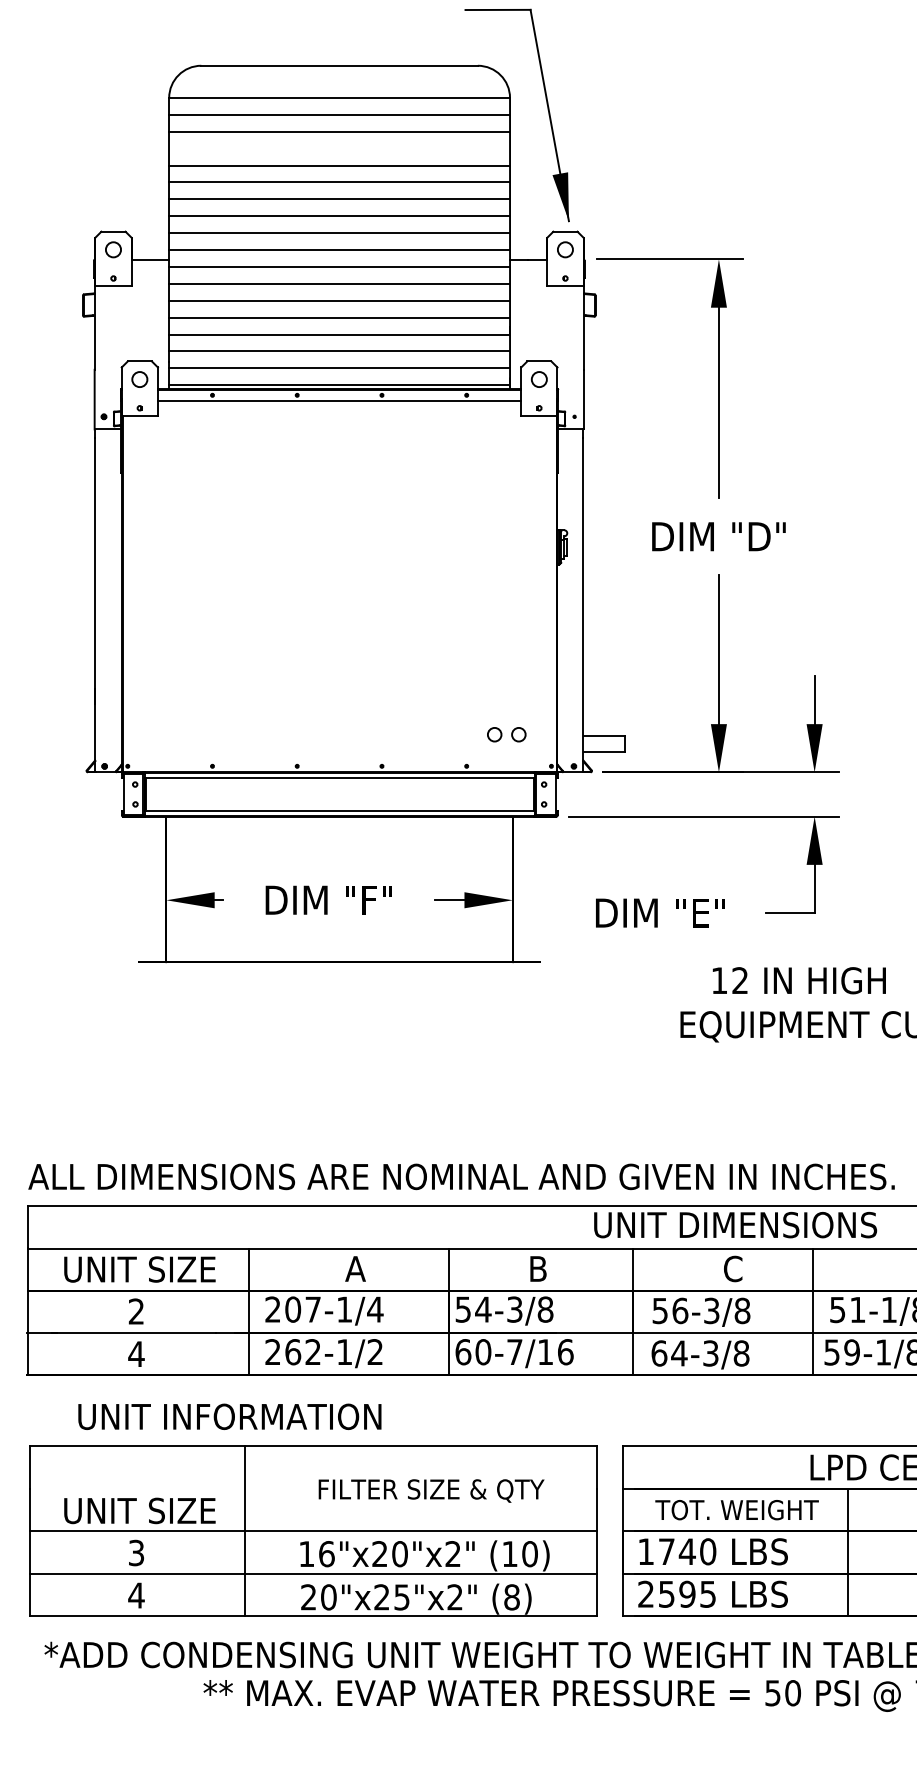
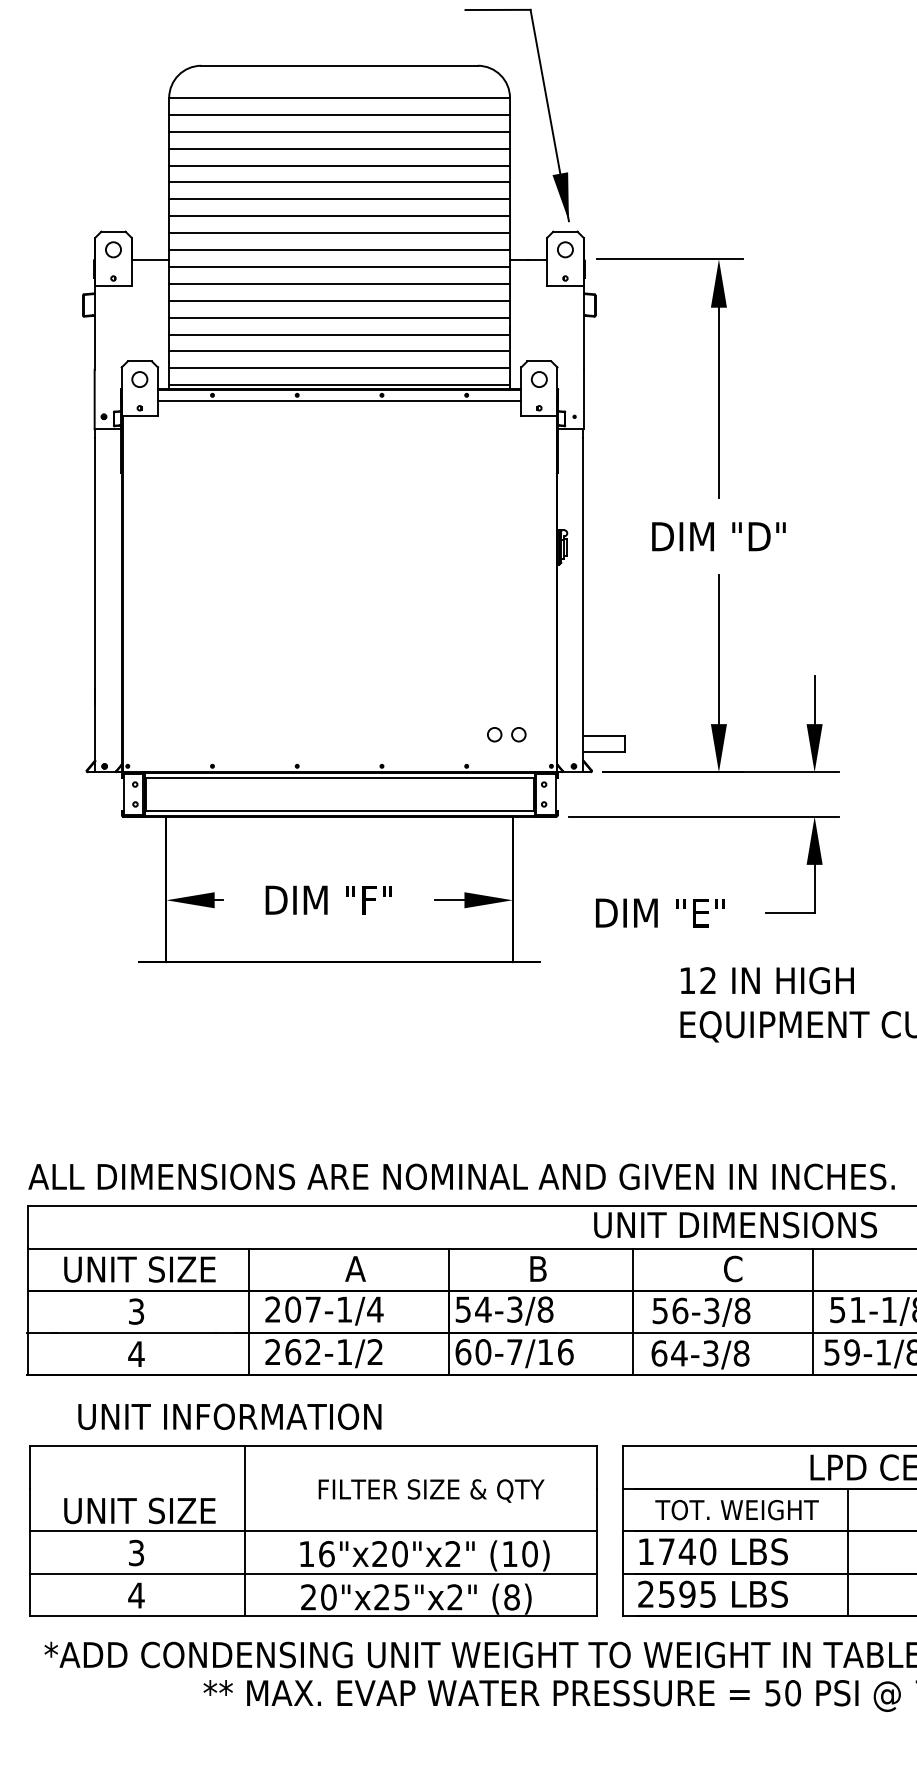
line at (339, 148): none -> present
text at (798, 980) position: (798, 980) -> (766, 980)
text at (136, 1311): 2 -> 3
